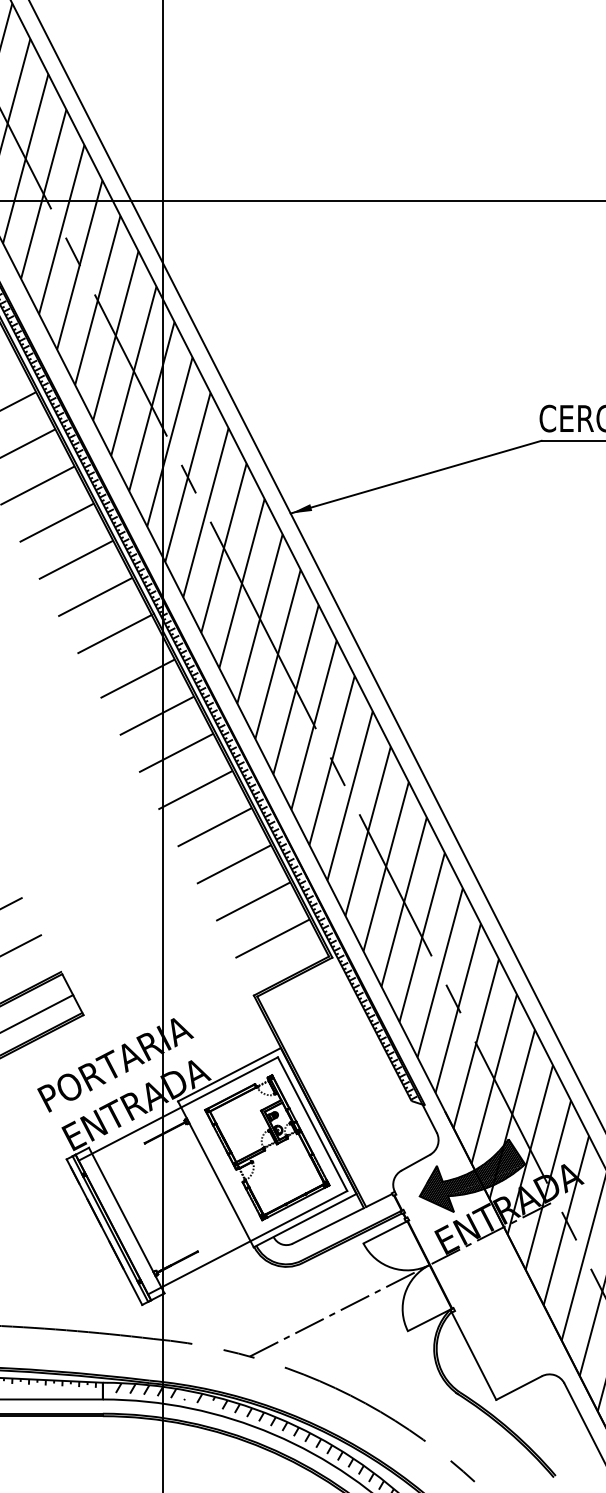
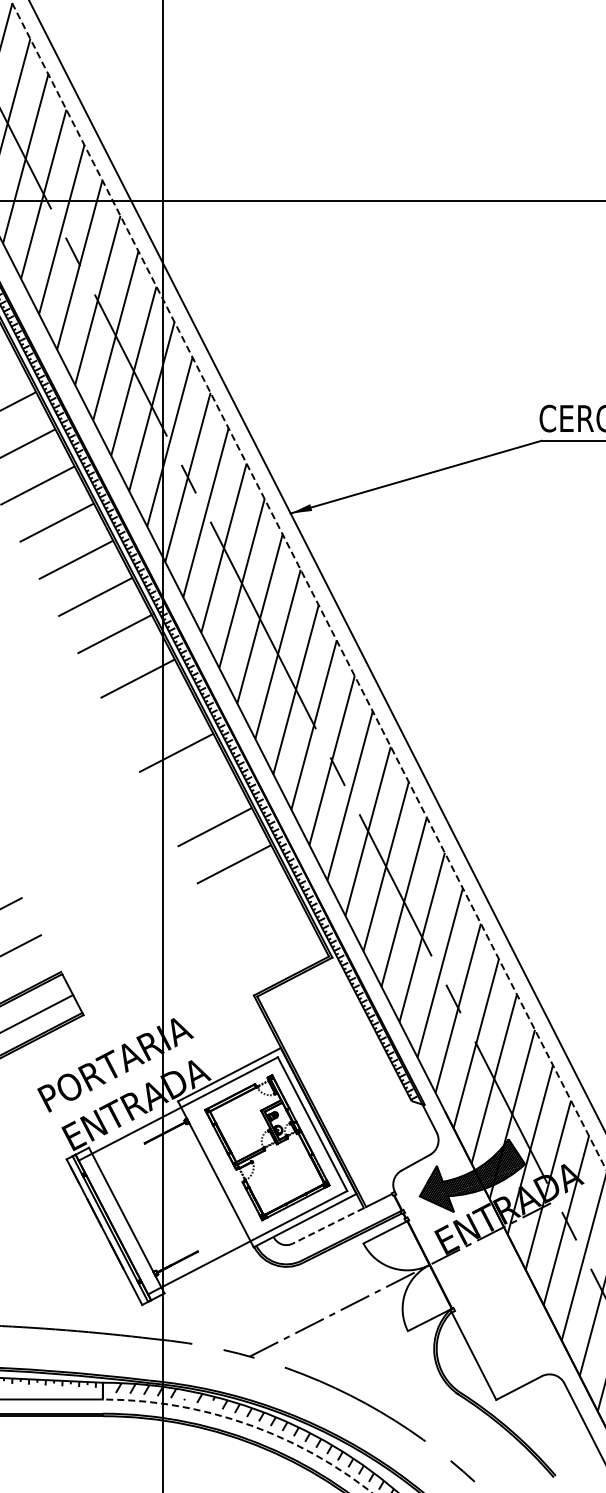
line at (308, 585): solid -> dashed
line at (156, 715): present -> none
line at (195, 789): present -> none
line at (253, 901): present -> none
line at (272, 938): present -> none
line at (328, 1225): solid -> dashed
arc at (244, 1423): solid -> dashed
